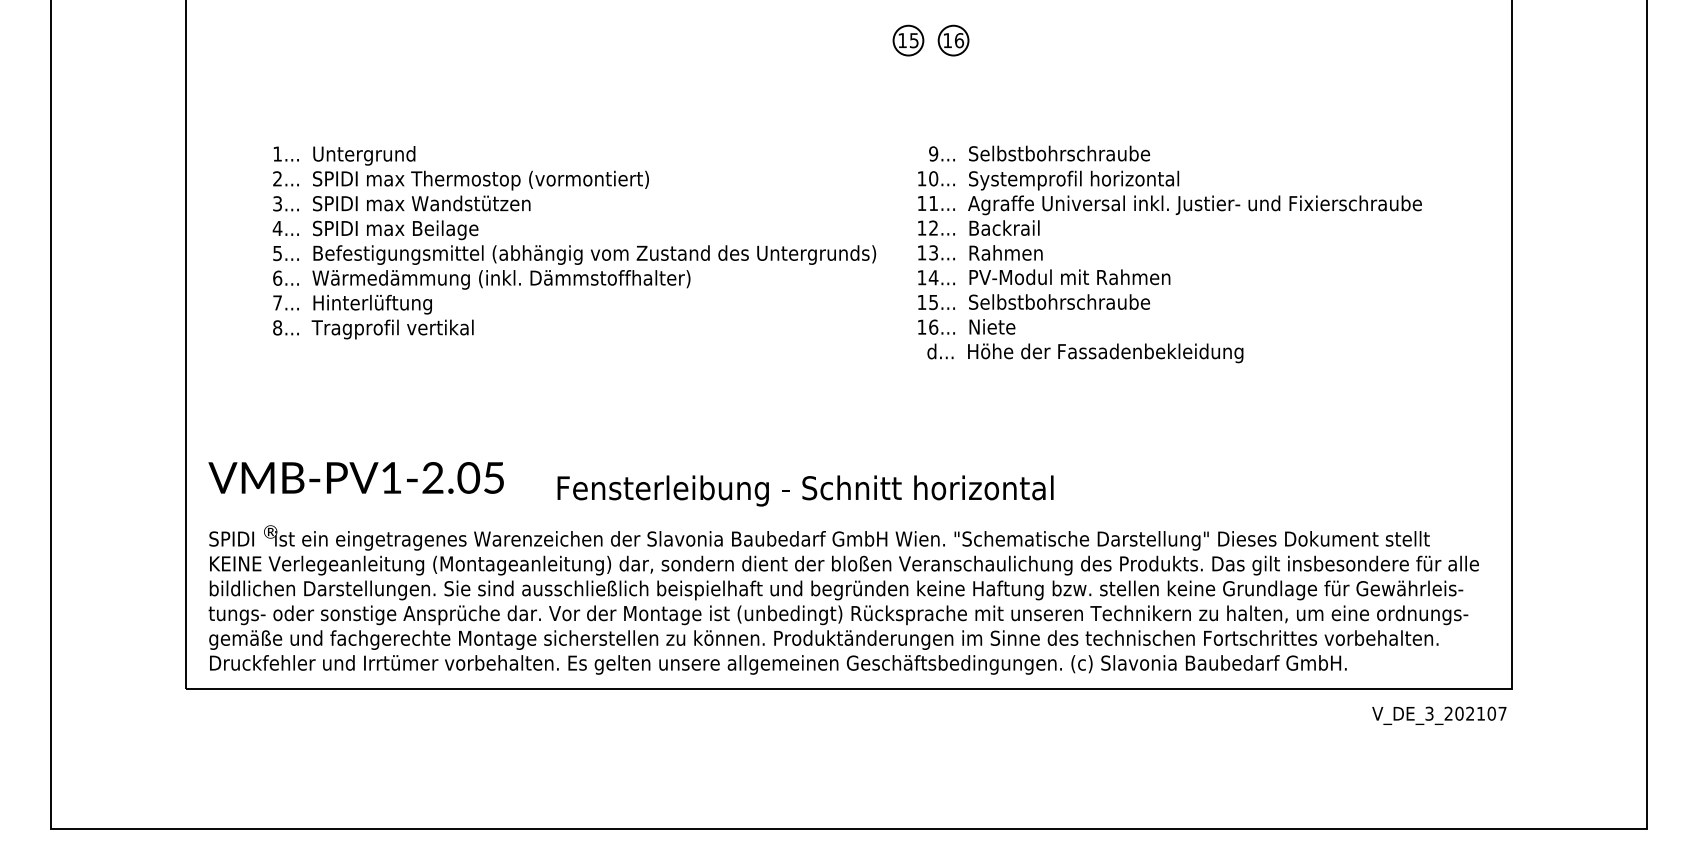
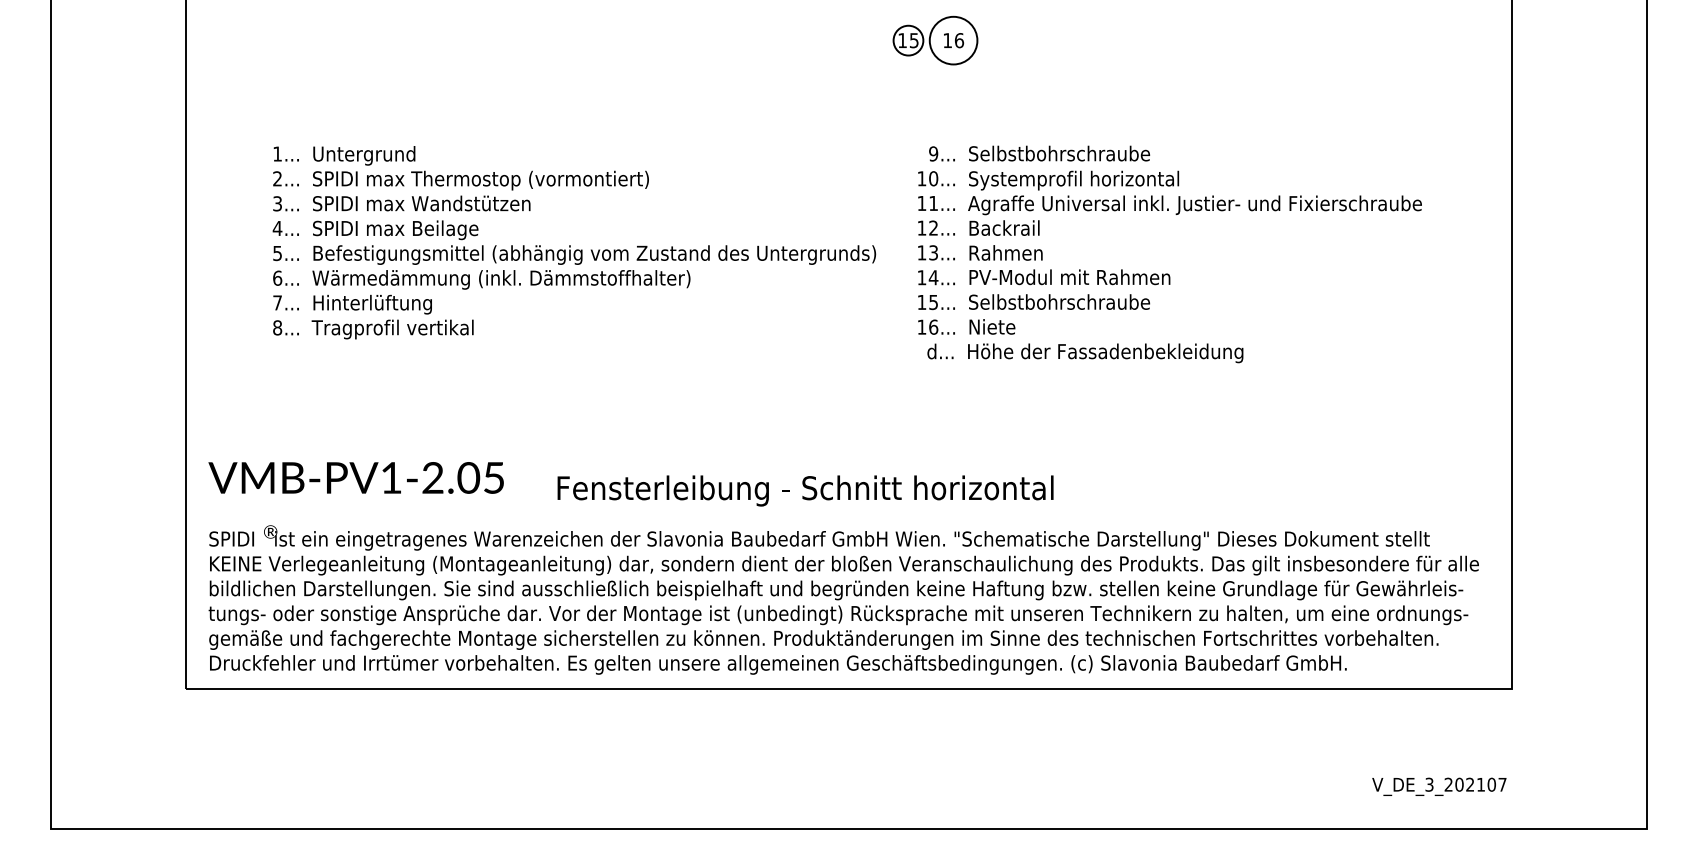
circle at (953, 40) diameter: 30 px -> 48 px
text at (1439, 715) position: (1439, 715) -> (1439, 786)
